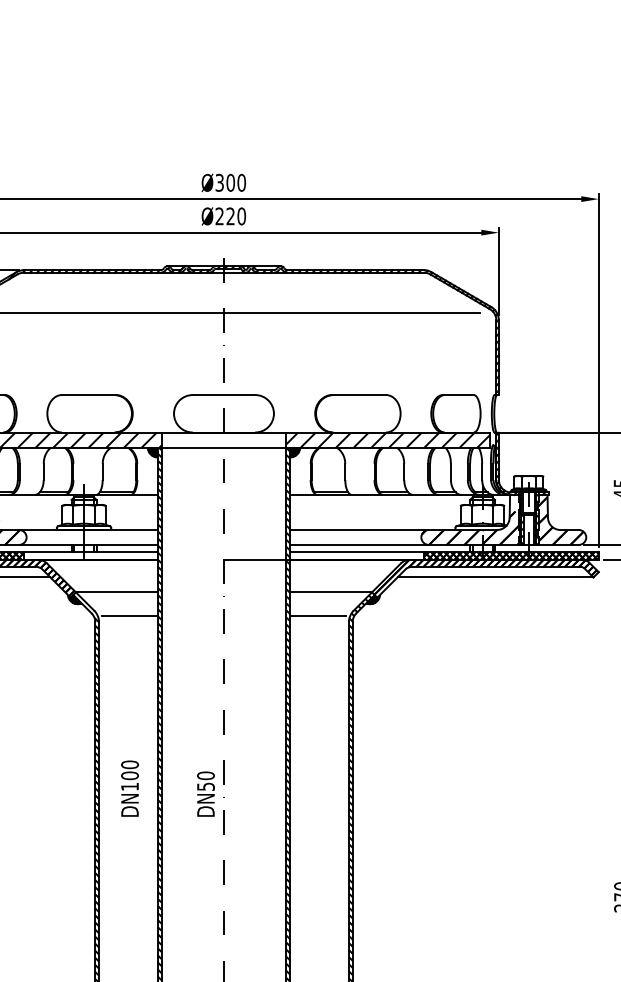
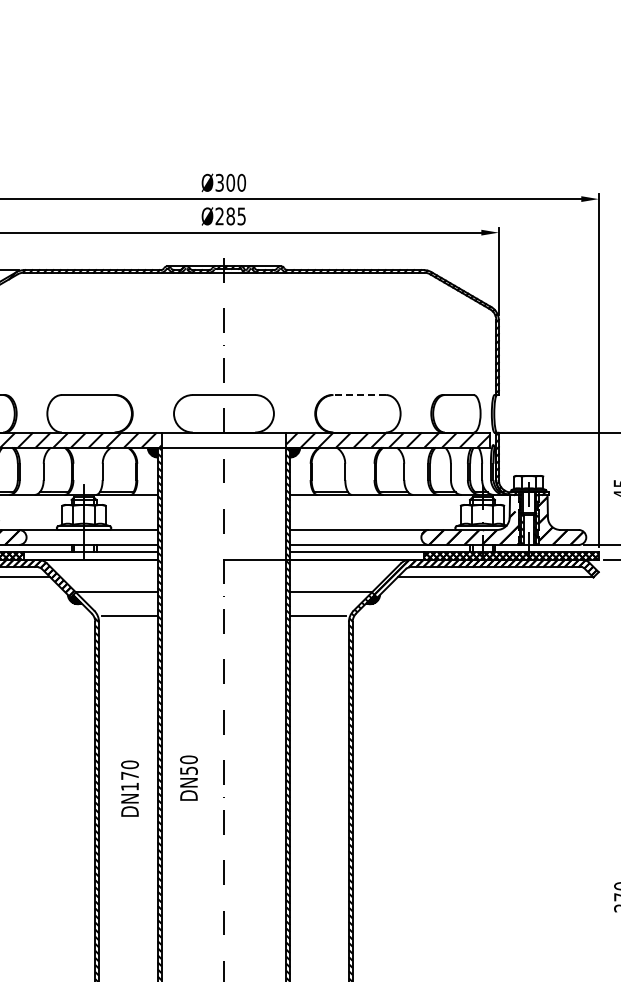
text at (236, 216): Ø220 -> Ø285
line at (240, 312): present -> none
line at (359, 395): solid -> dashed
text at (129, 775): DN100 -> DN170
text at (205, 793) position: (205, 793) -> (188, 777)
